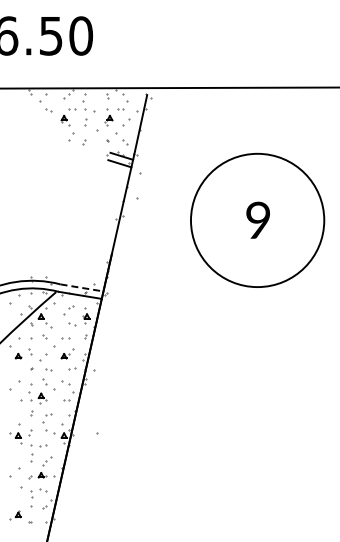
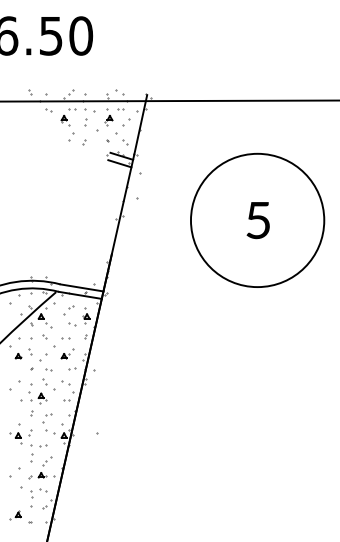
line at (169, 87) position: (169, 87) -> (169, 100)
text at (257, 220): 9 -> 5
line at (82, 287): dashed -> solid
